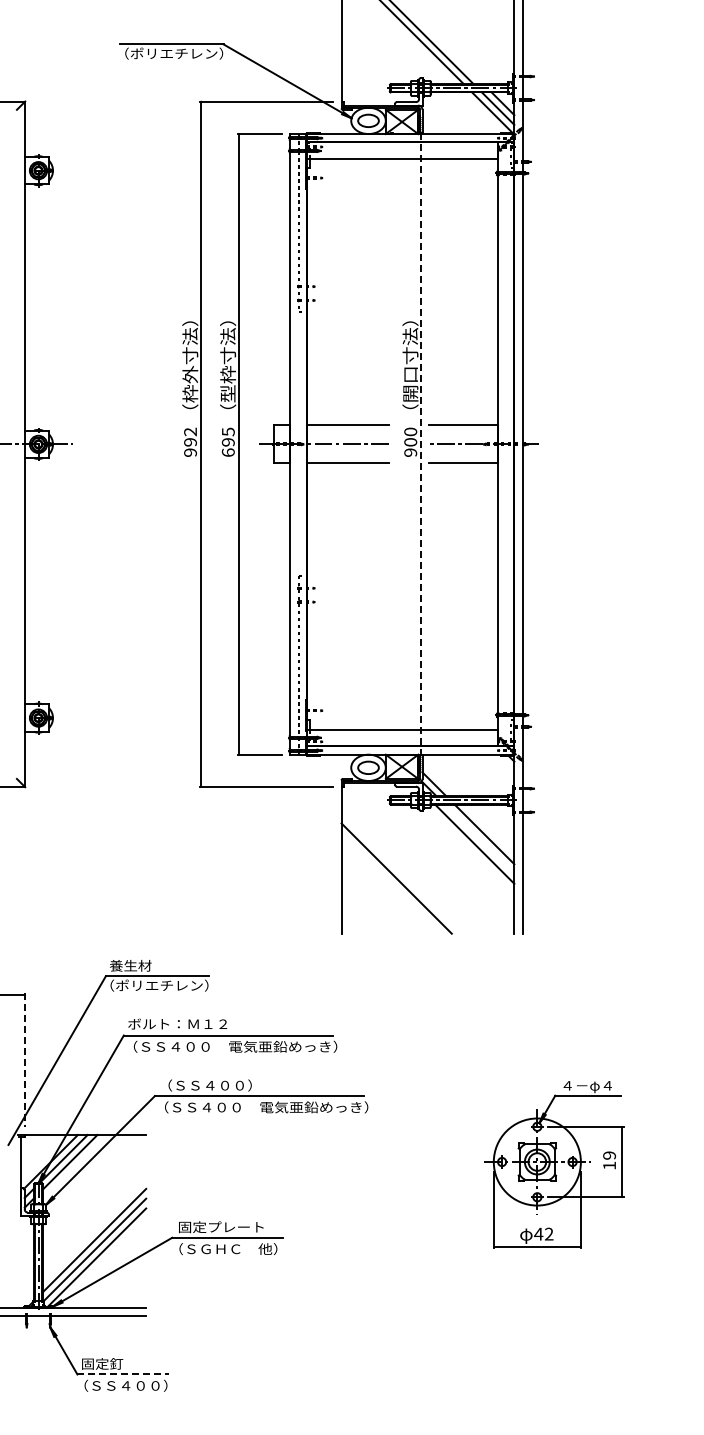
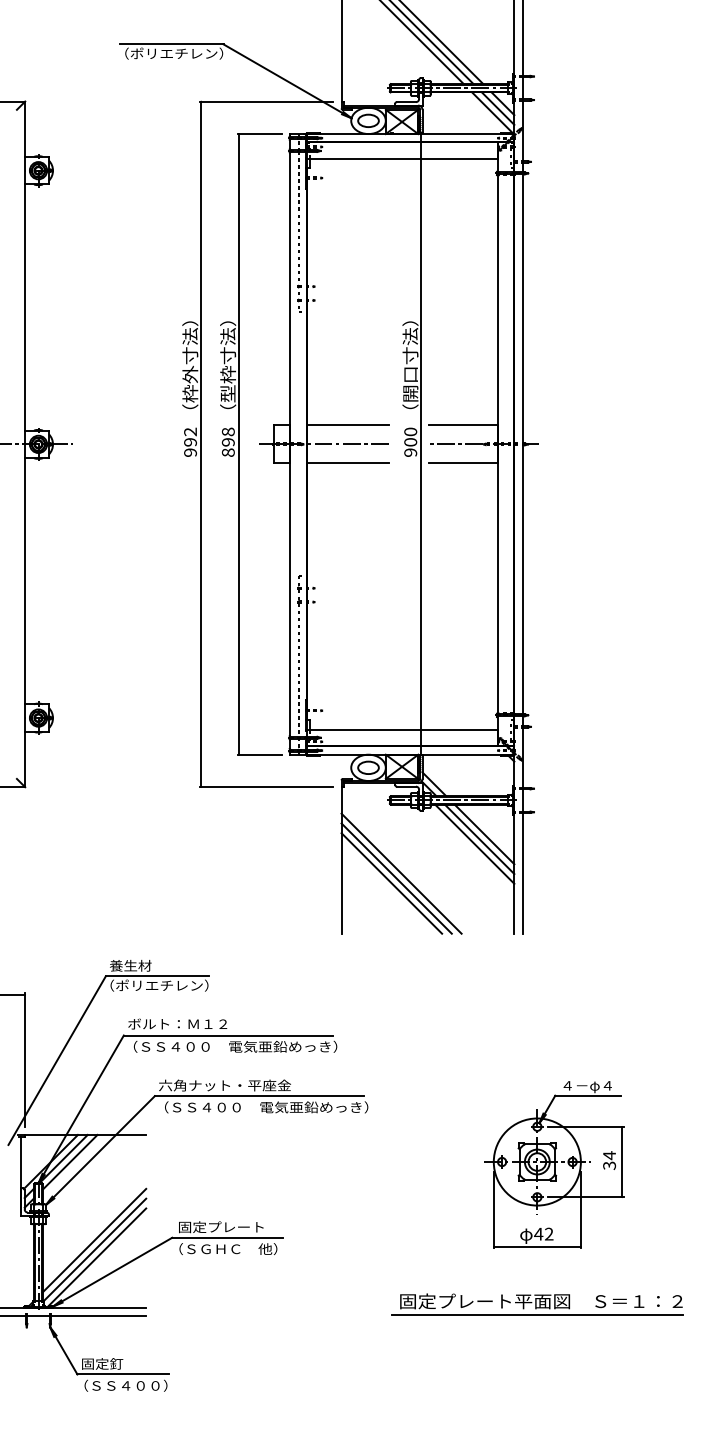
line at (442, 43): none -> present
text at (227, 441): 695 -> 898
line at (421, 444): dashed -> solid
line at (479, 839): none -> present
line at (401, 873): none -> present
line at (391, 883): none -> present
line at (25, 1060): dashed -> solid
text at (225, 1085): （ＳＳ４００） -> 六角ナット・平座金
text at (609, 1160): 19 -> 34
part at (537, 1304): none -> present
line at (123, 1374): dashed -> solid
